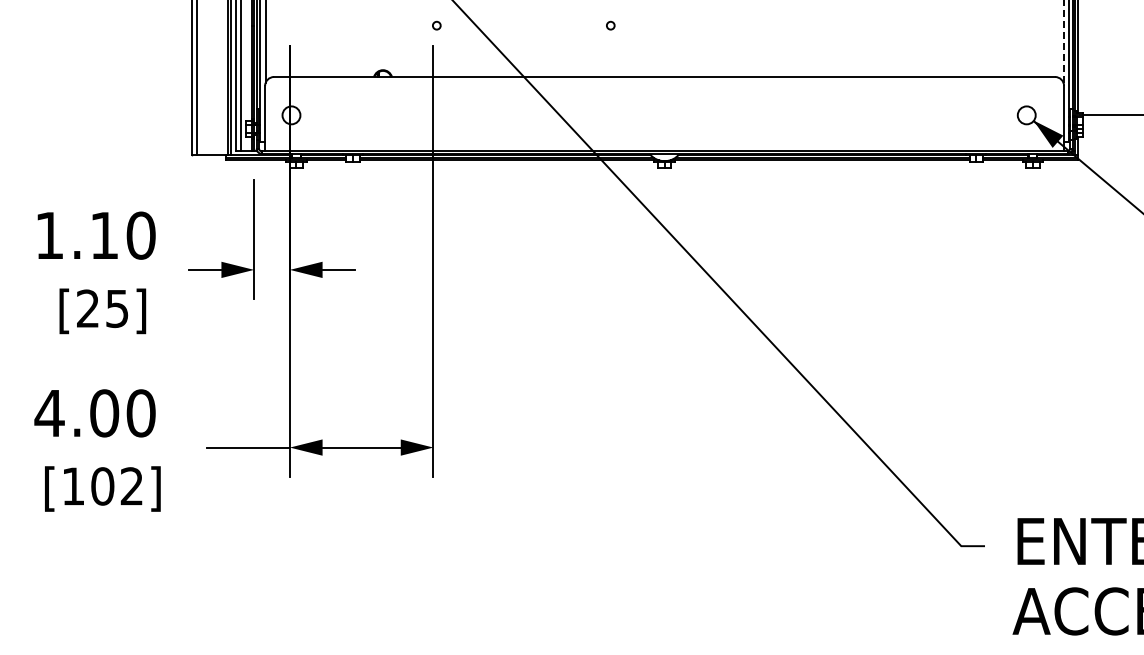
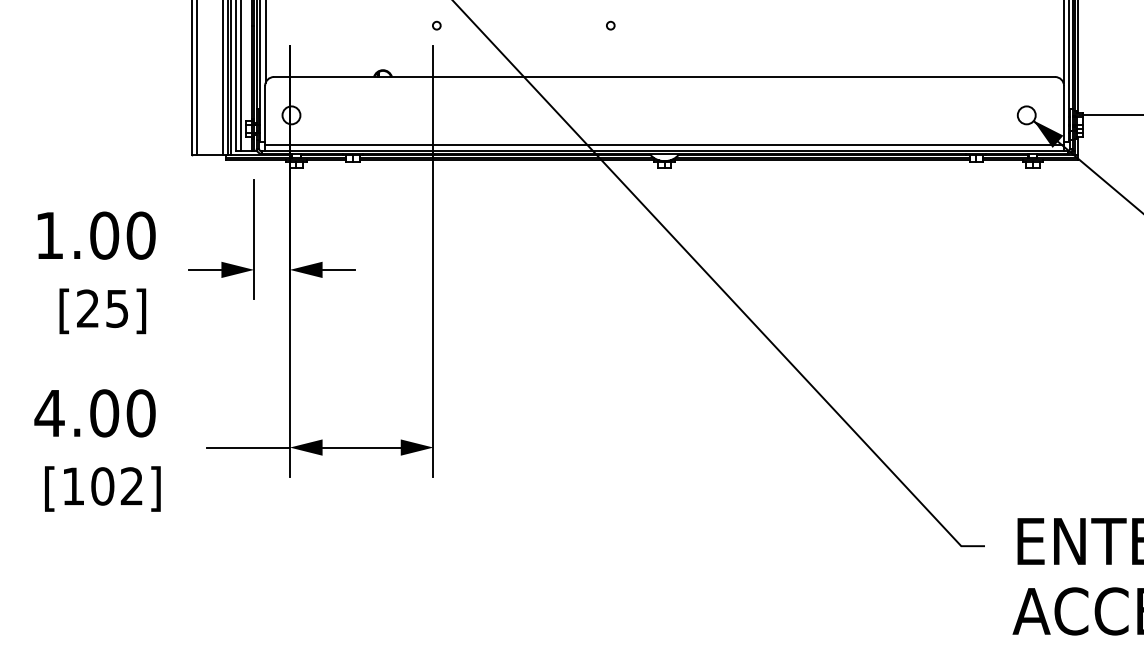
line at (1063, 41): dashed -> solid
line at (223, 78): none -> present
line at (664, 144): none -> present
text at (104, 235): 1.10 -> 1.00
